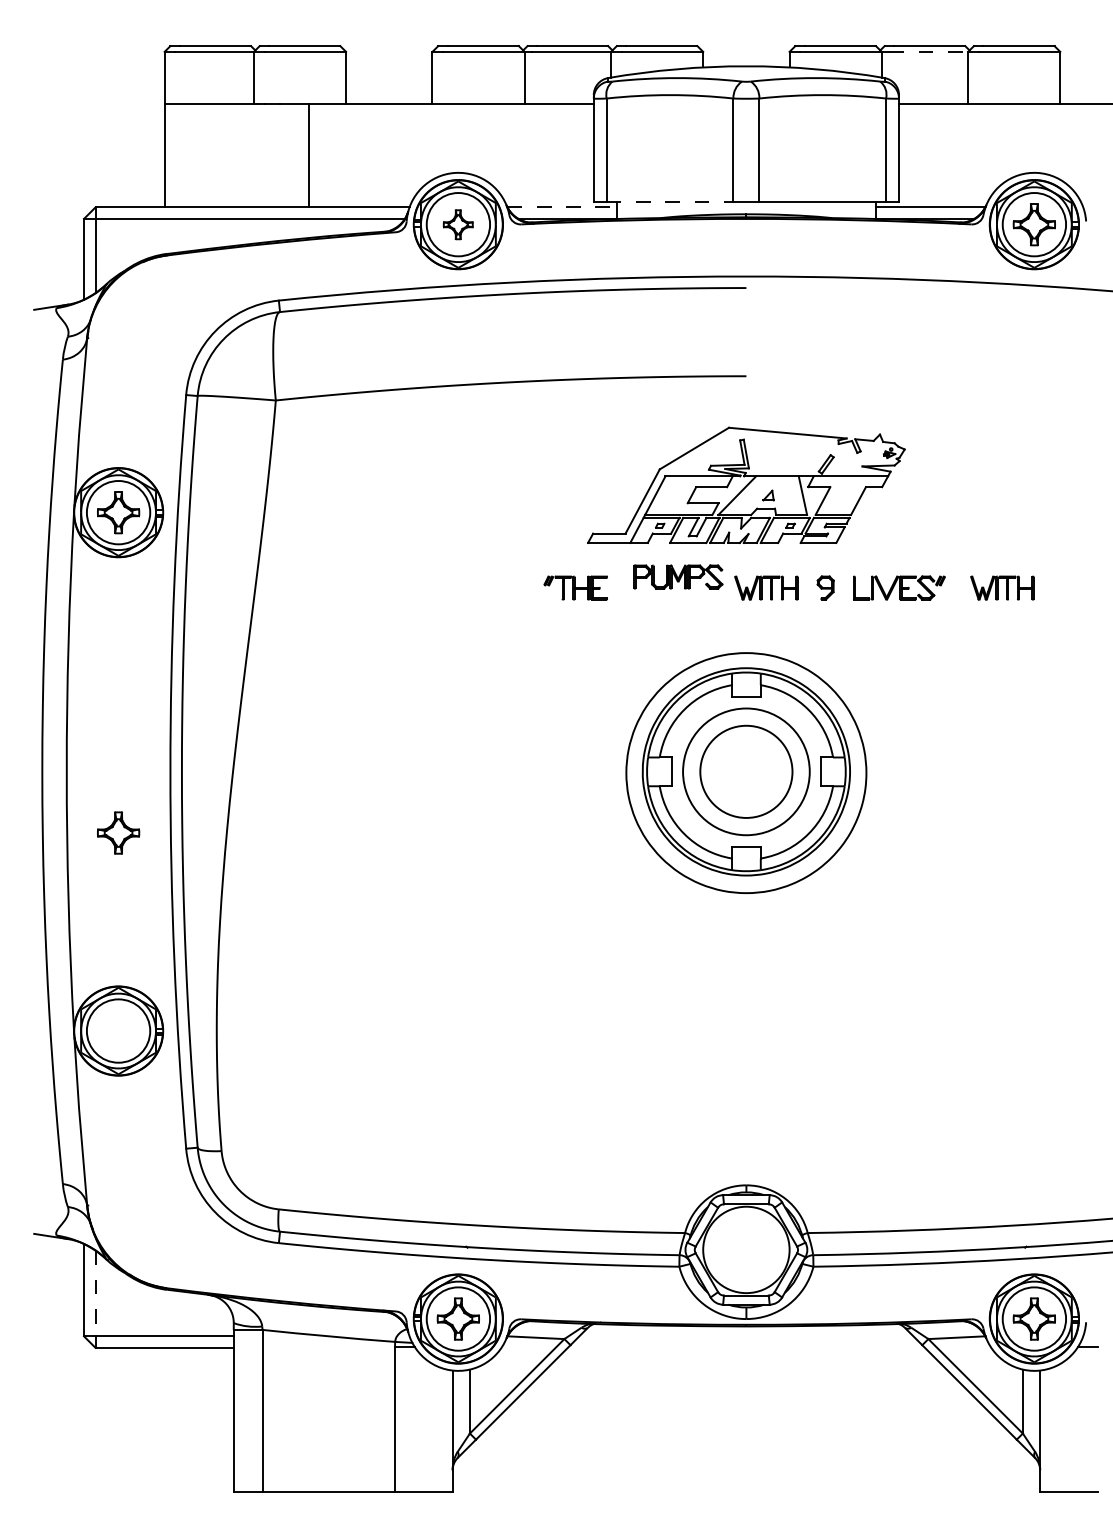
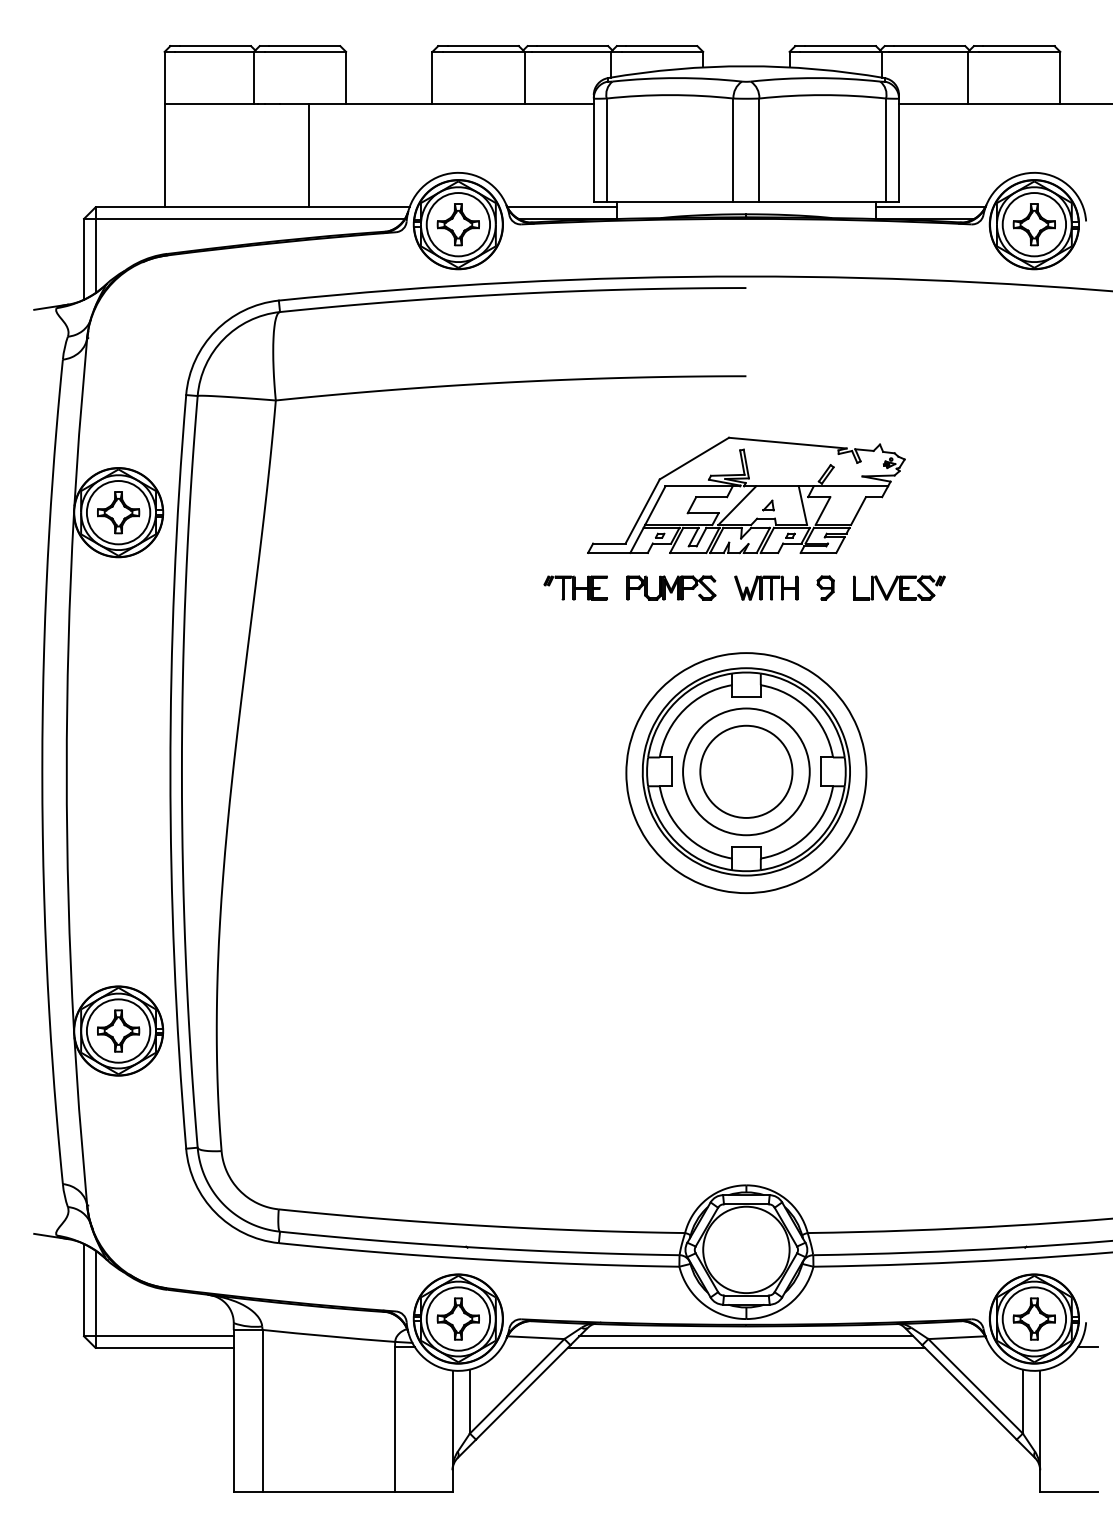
line at (929, 51): dashed -> solid
line at (670, 201): dashed -> solid
line at (562, 207): dashed -> solid
part at (457, 224) size: 32x32 px -> 44x44 px
part at (746, 484) position: (746, 484) -> (746, 494)
part at (678, 576) position: (678, 576) -> (671, 587)
part at (1002, 587): present -> none
part at (118, 832) position: (118, 832) -> (118, 1030)
line at (95, 1293): dashed -> solid
line at (746, 1336): none -> present
line at (745, 1347): none -> present
